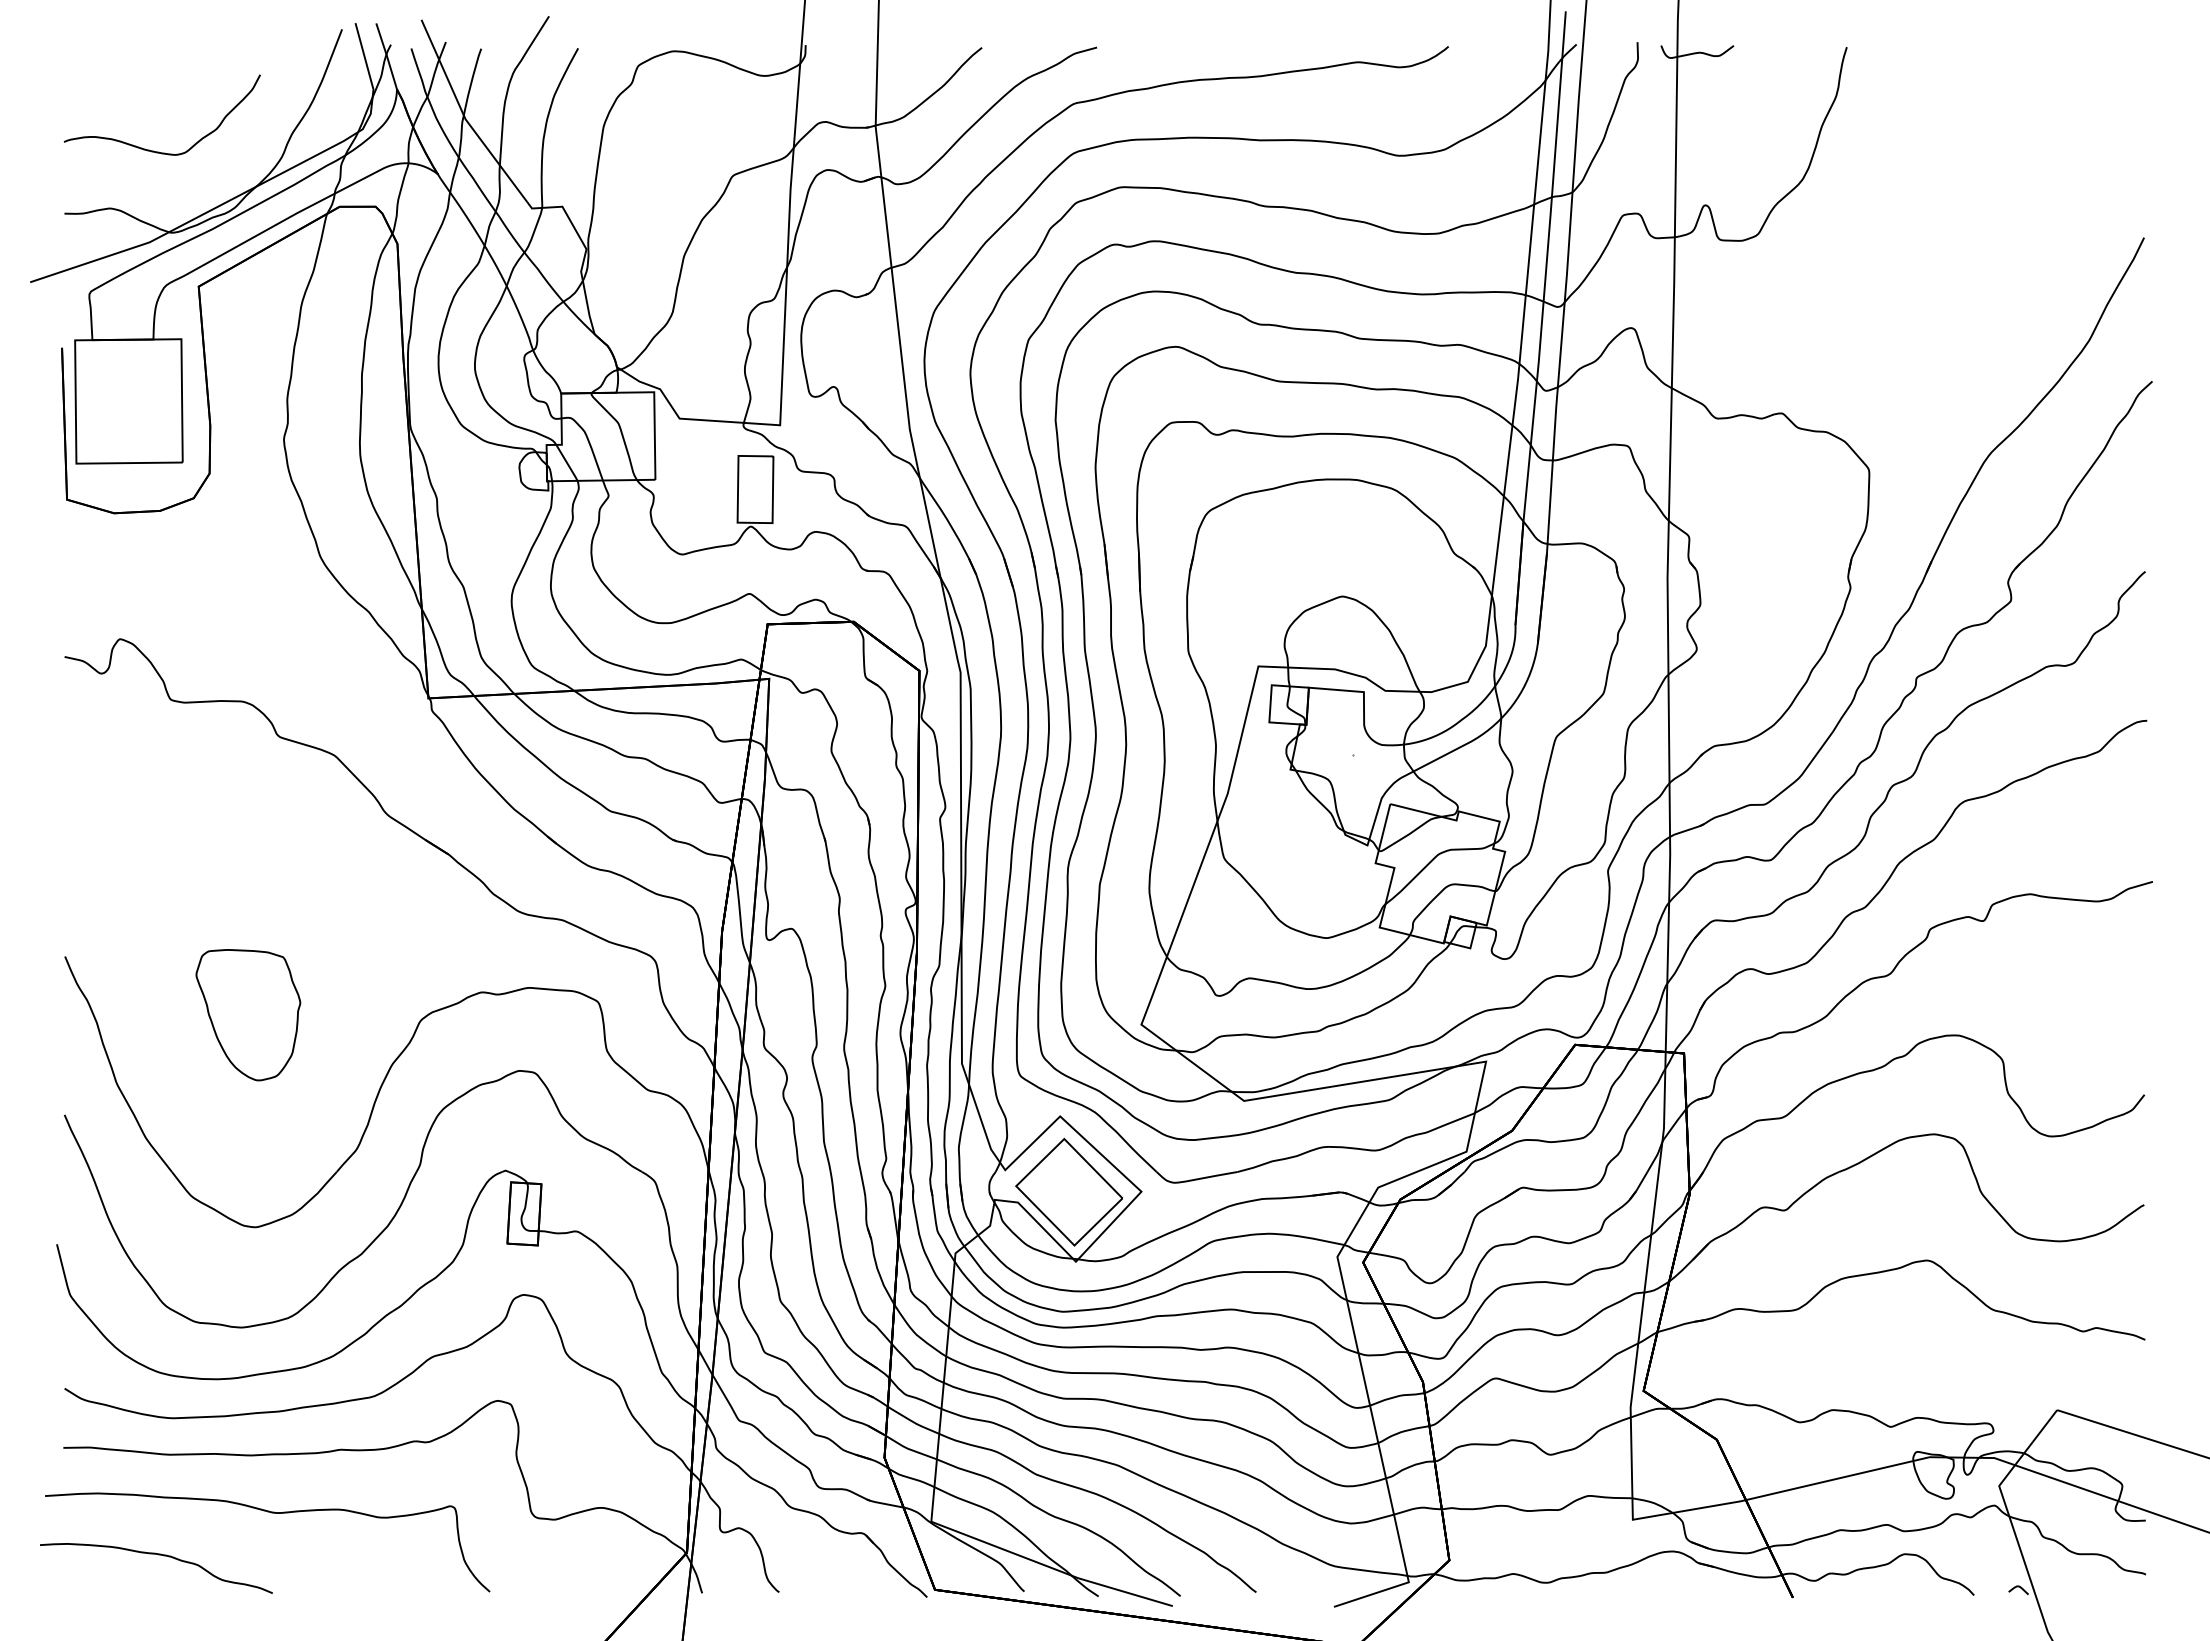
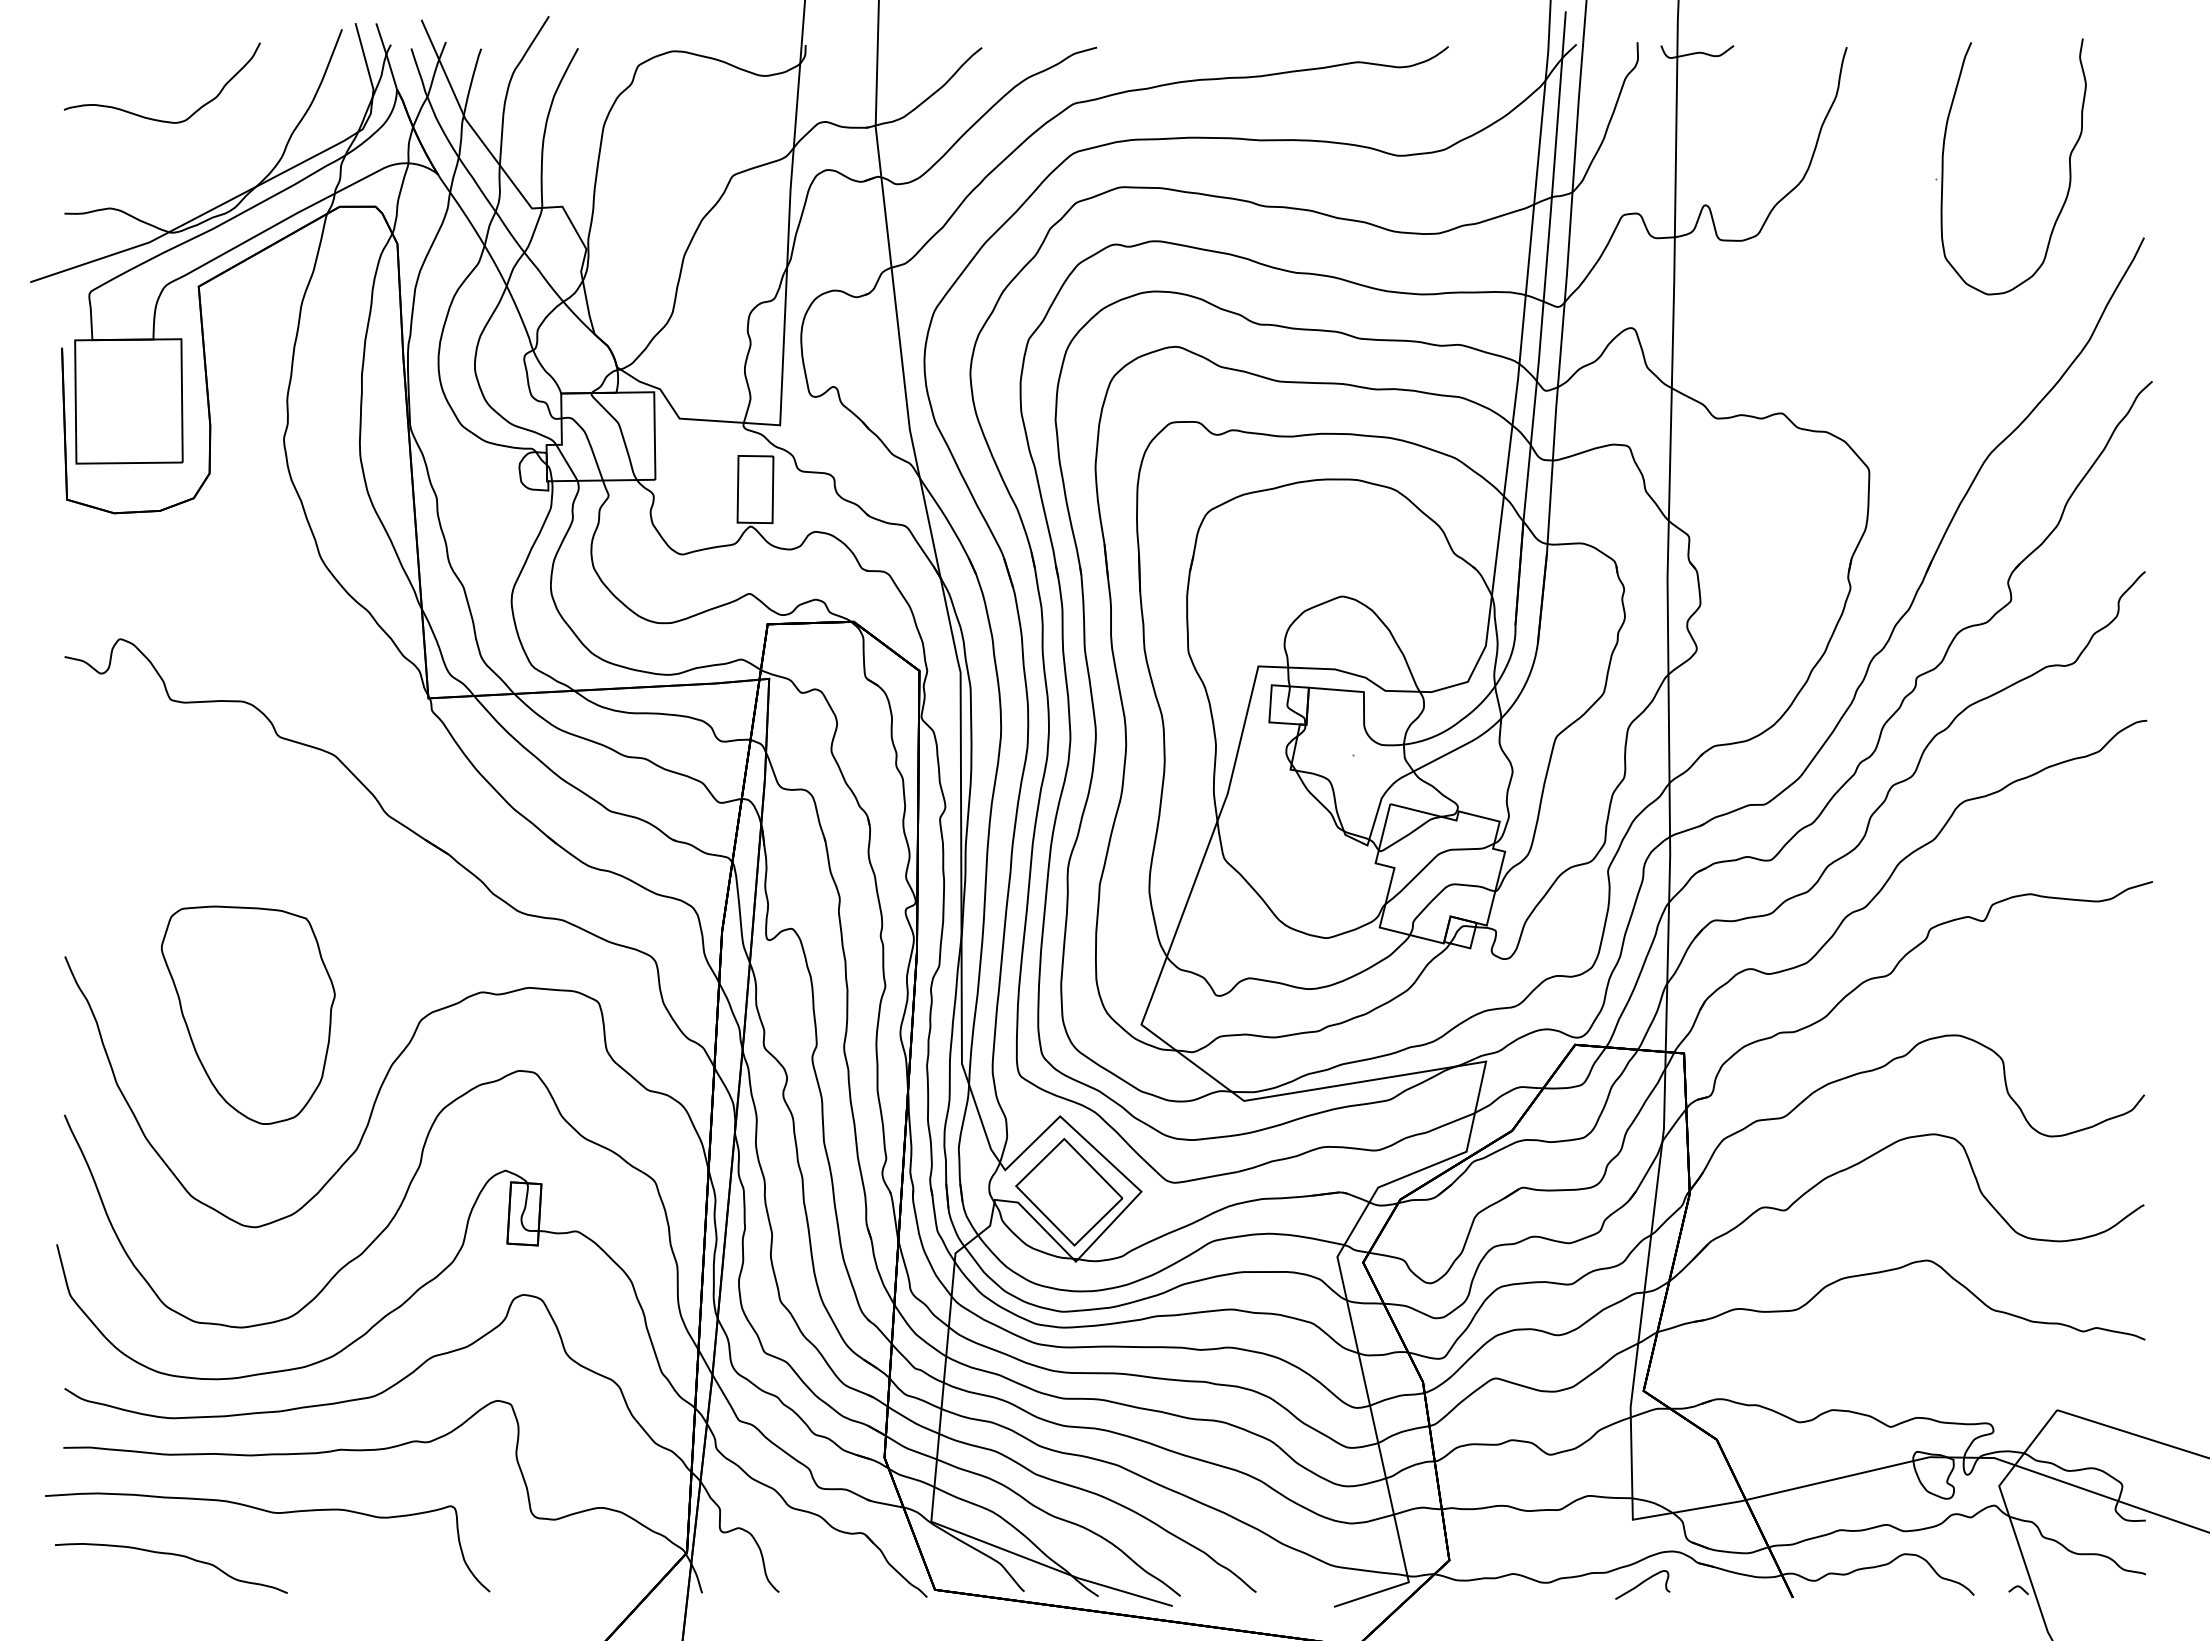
curve at (153, 150) position: (153, 150) -> (153, 118)
part at (2069, 166): none -> present
part at (248, 1015) size: 107x133 px -> 175x220 px
curve at (158, 1555) position: (158, 1555) -> (173, 1555)
curve at (1642, 1583): none -> present
